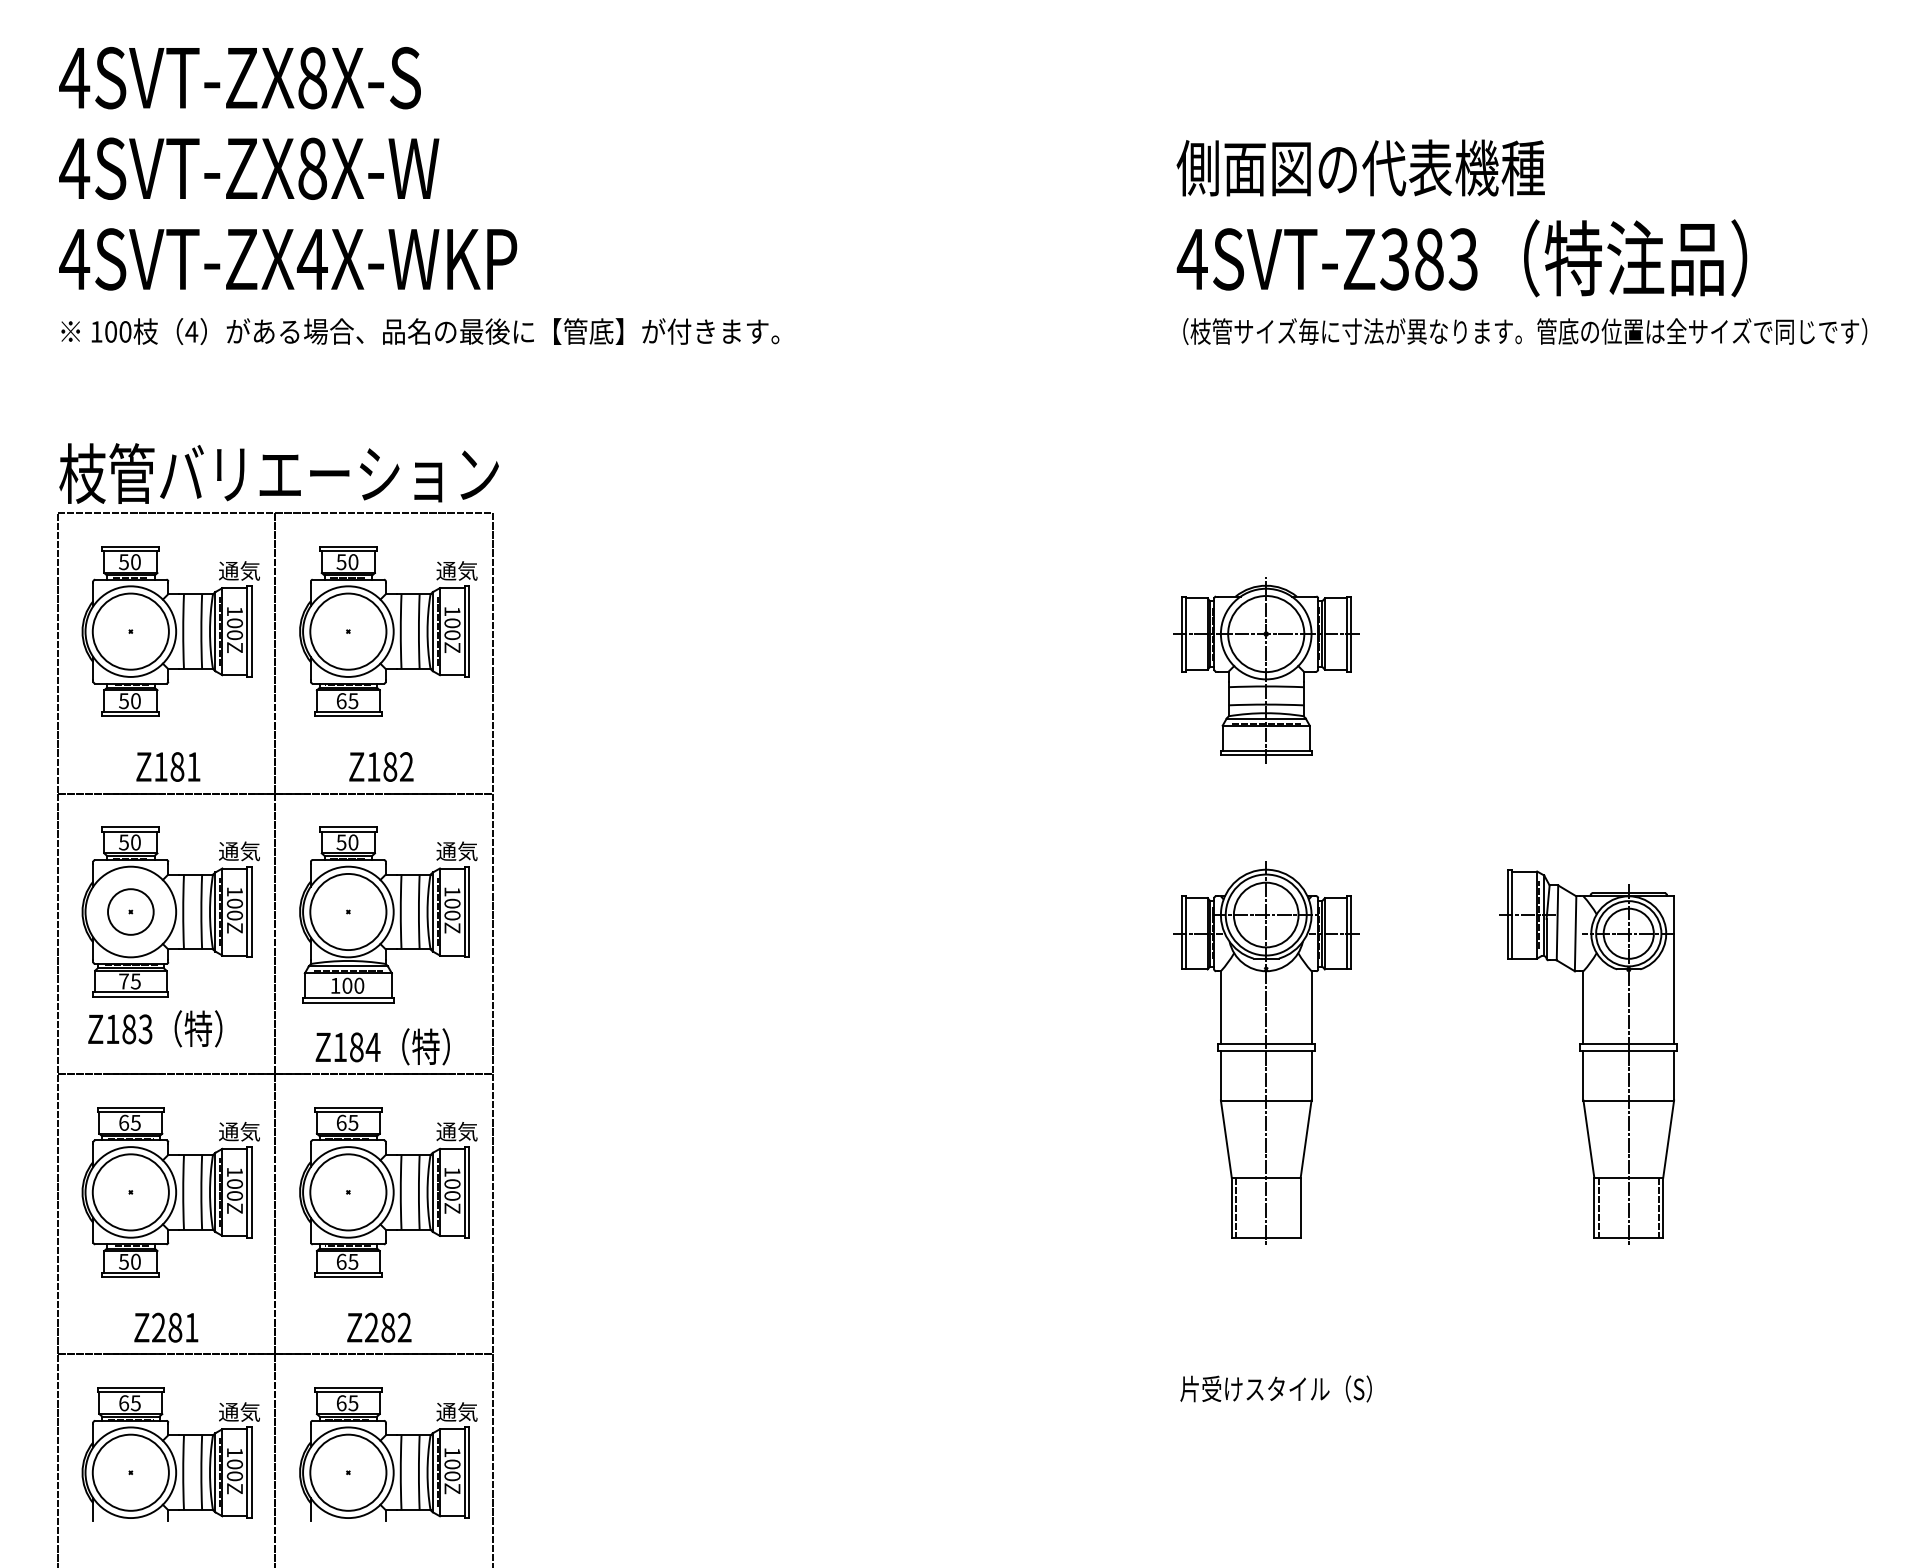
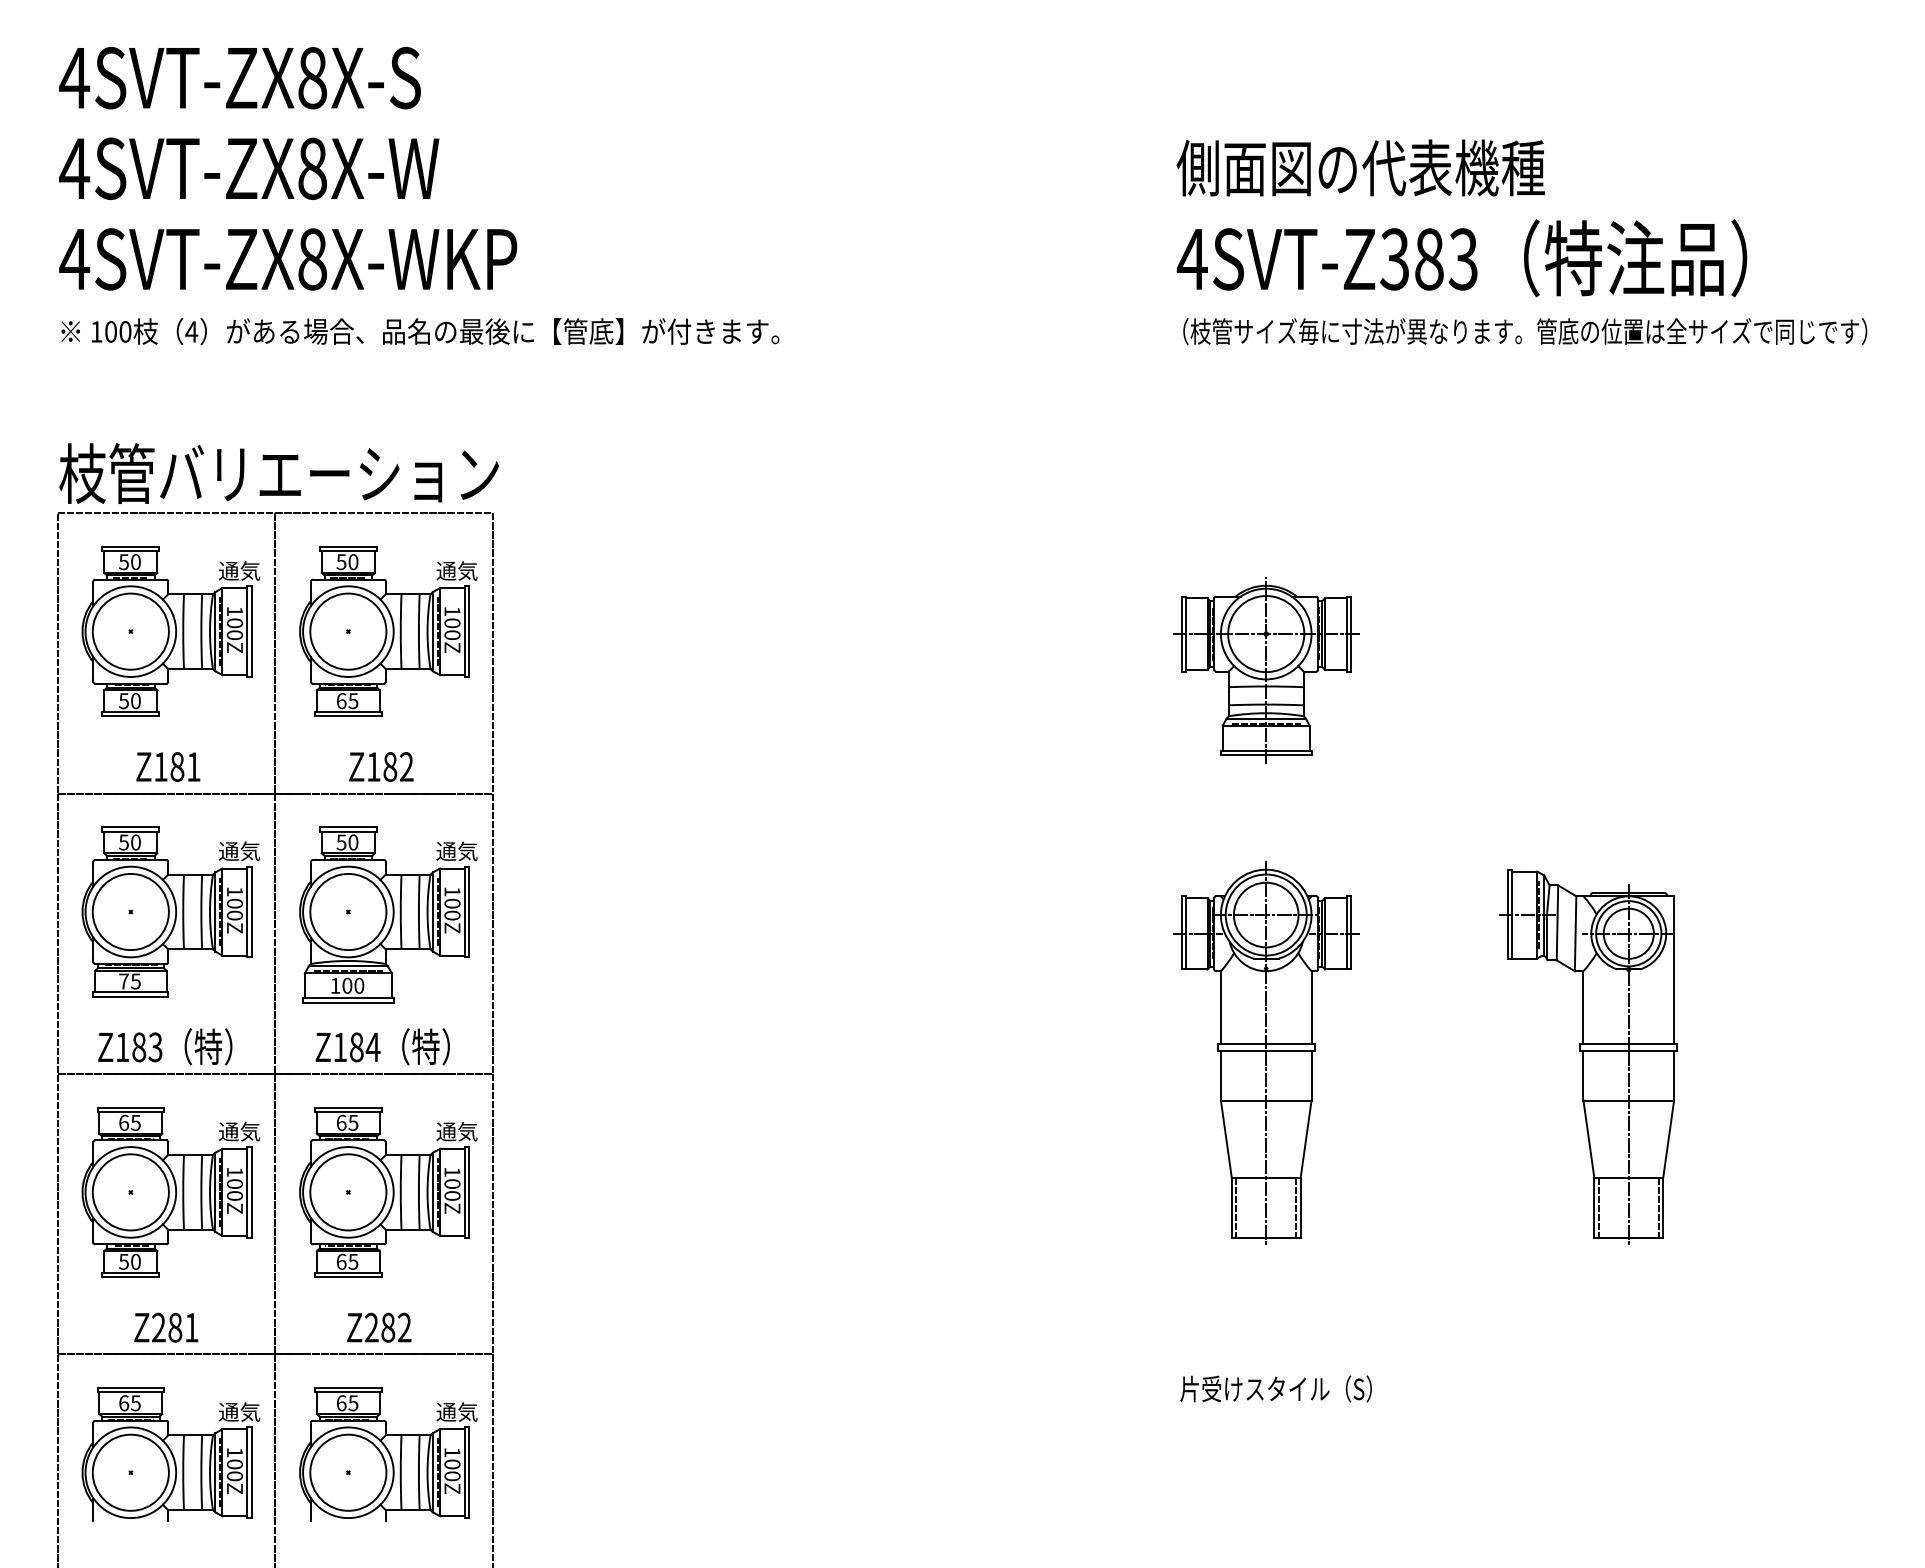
text at (311, 259): 4SVT-ZX4X-WKP -> 4SVT-ZX8X-WKP
circle at (130, 911) diameter: 46 px -> 76 px
text at (155, 1028) position: (155, 1028) -> (165, 1046)
line at (1296, 1207): none -> present
